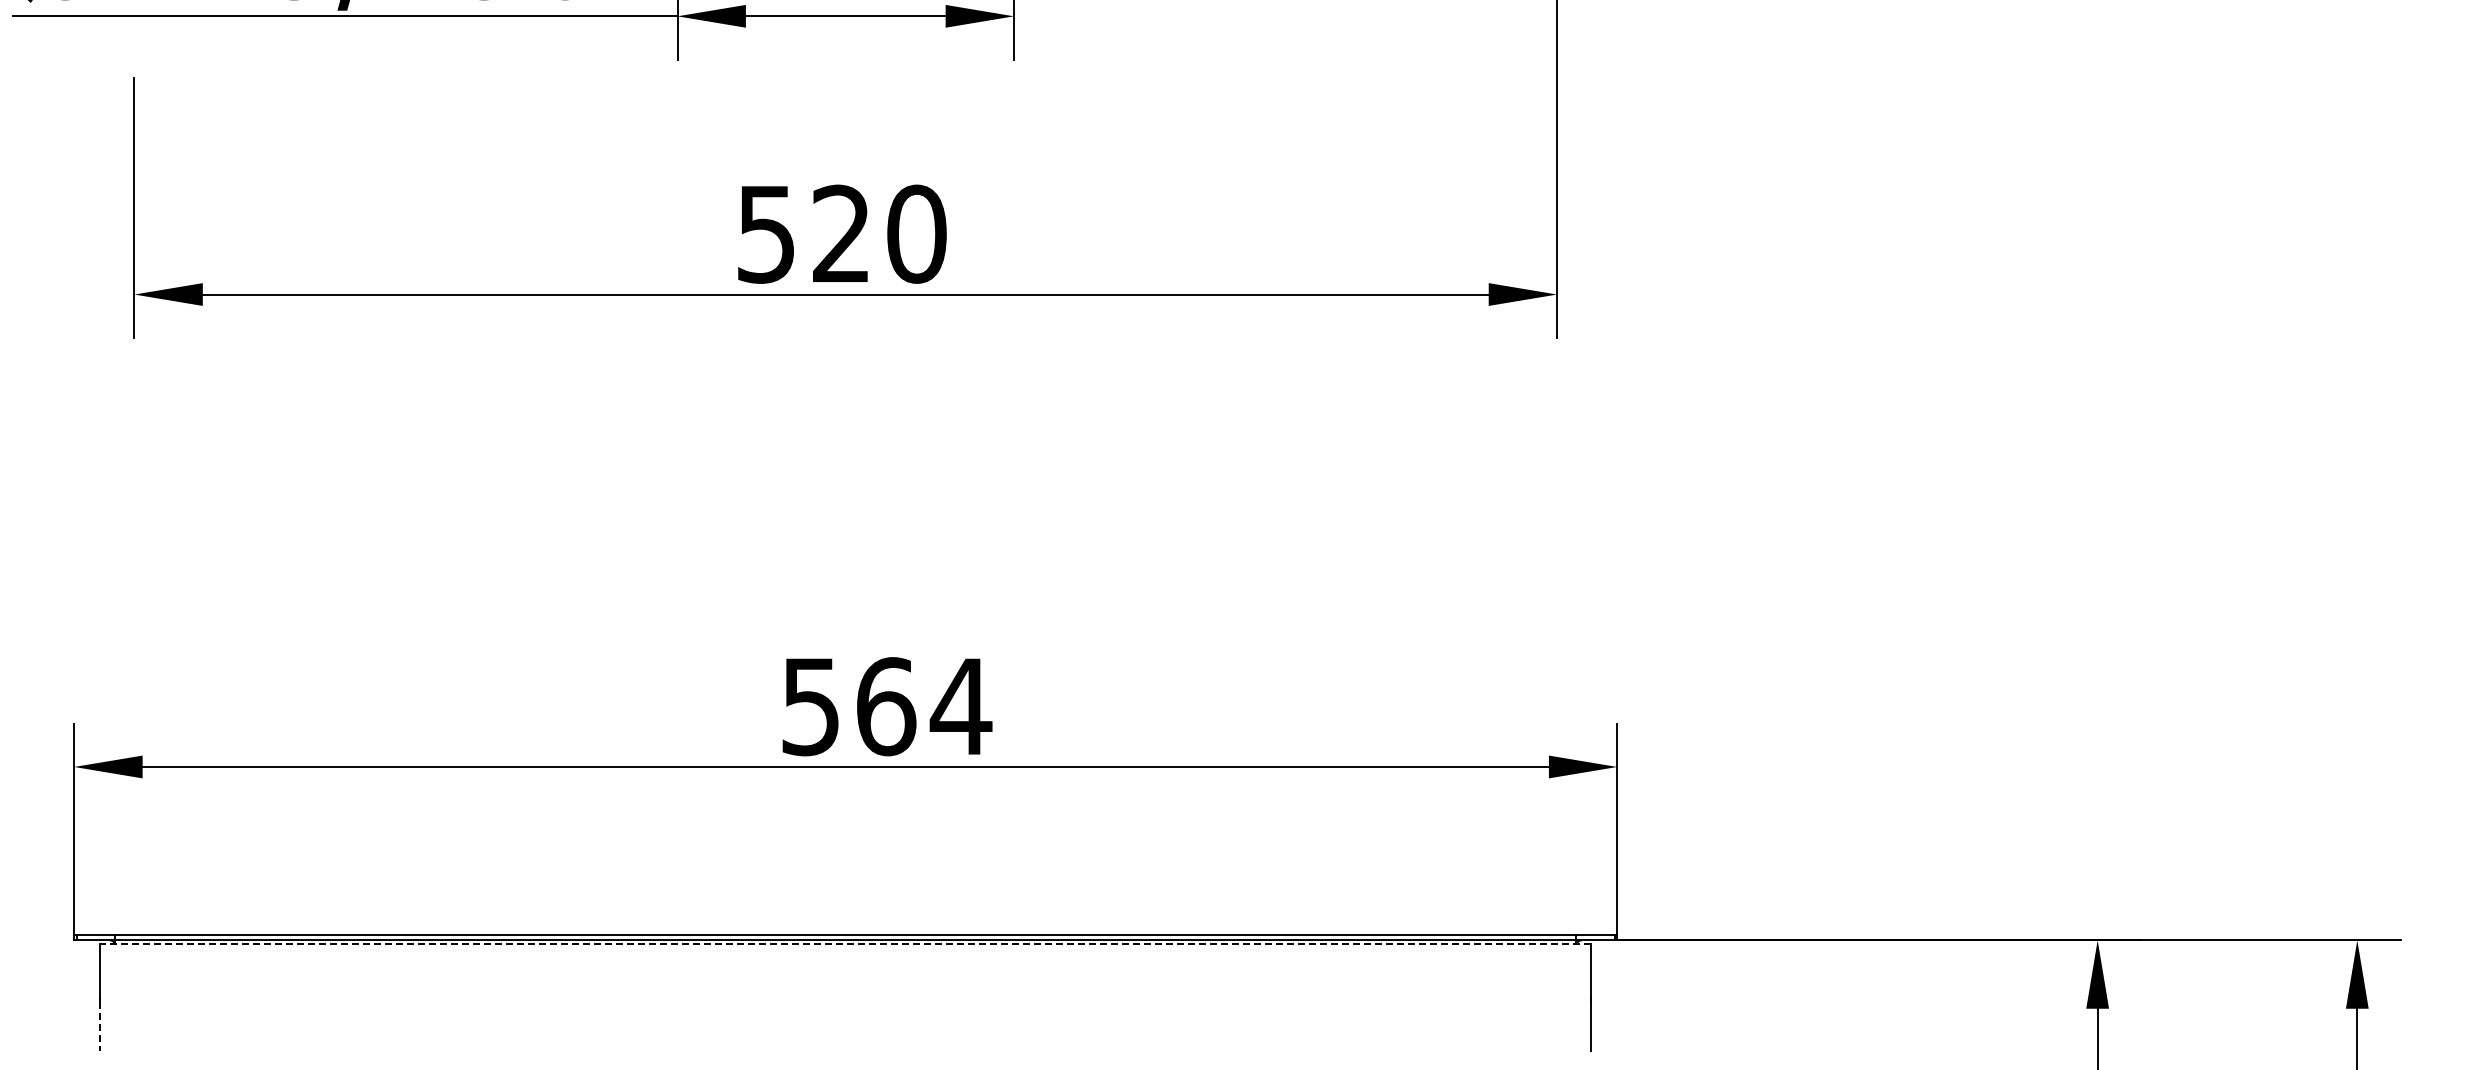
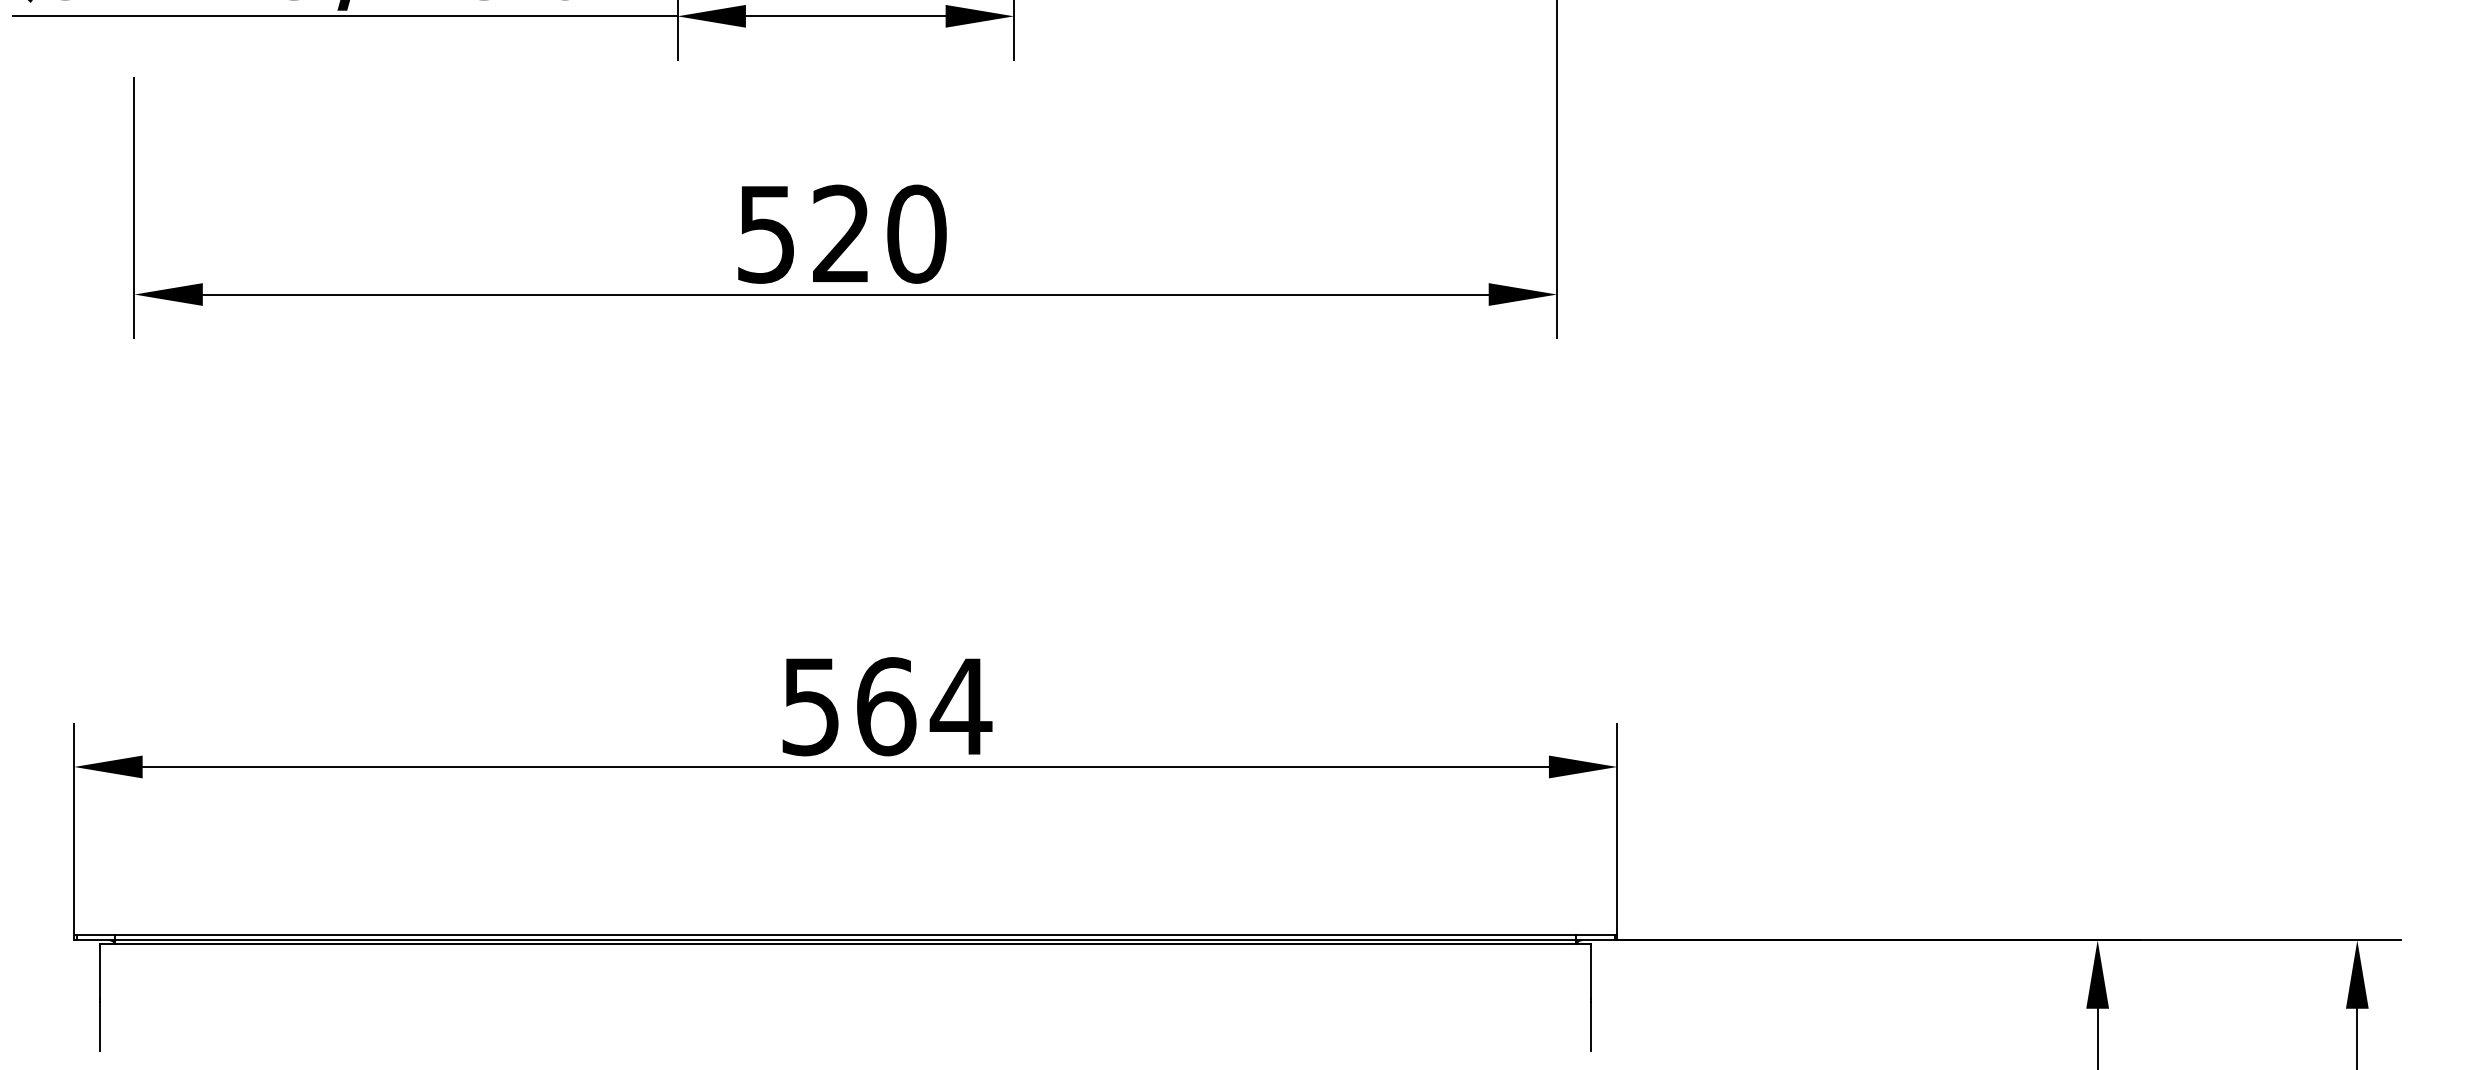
line at (845, 944): dashed -> solid
line at (100, 1026): dashed -> solid
